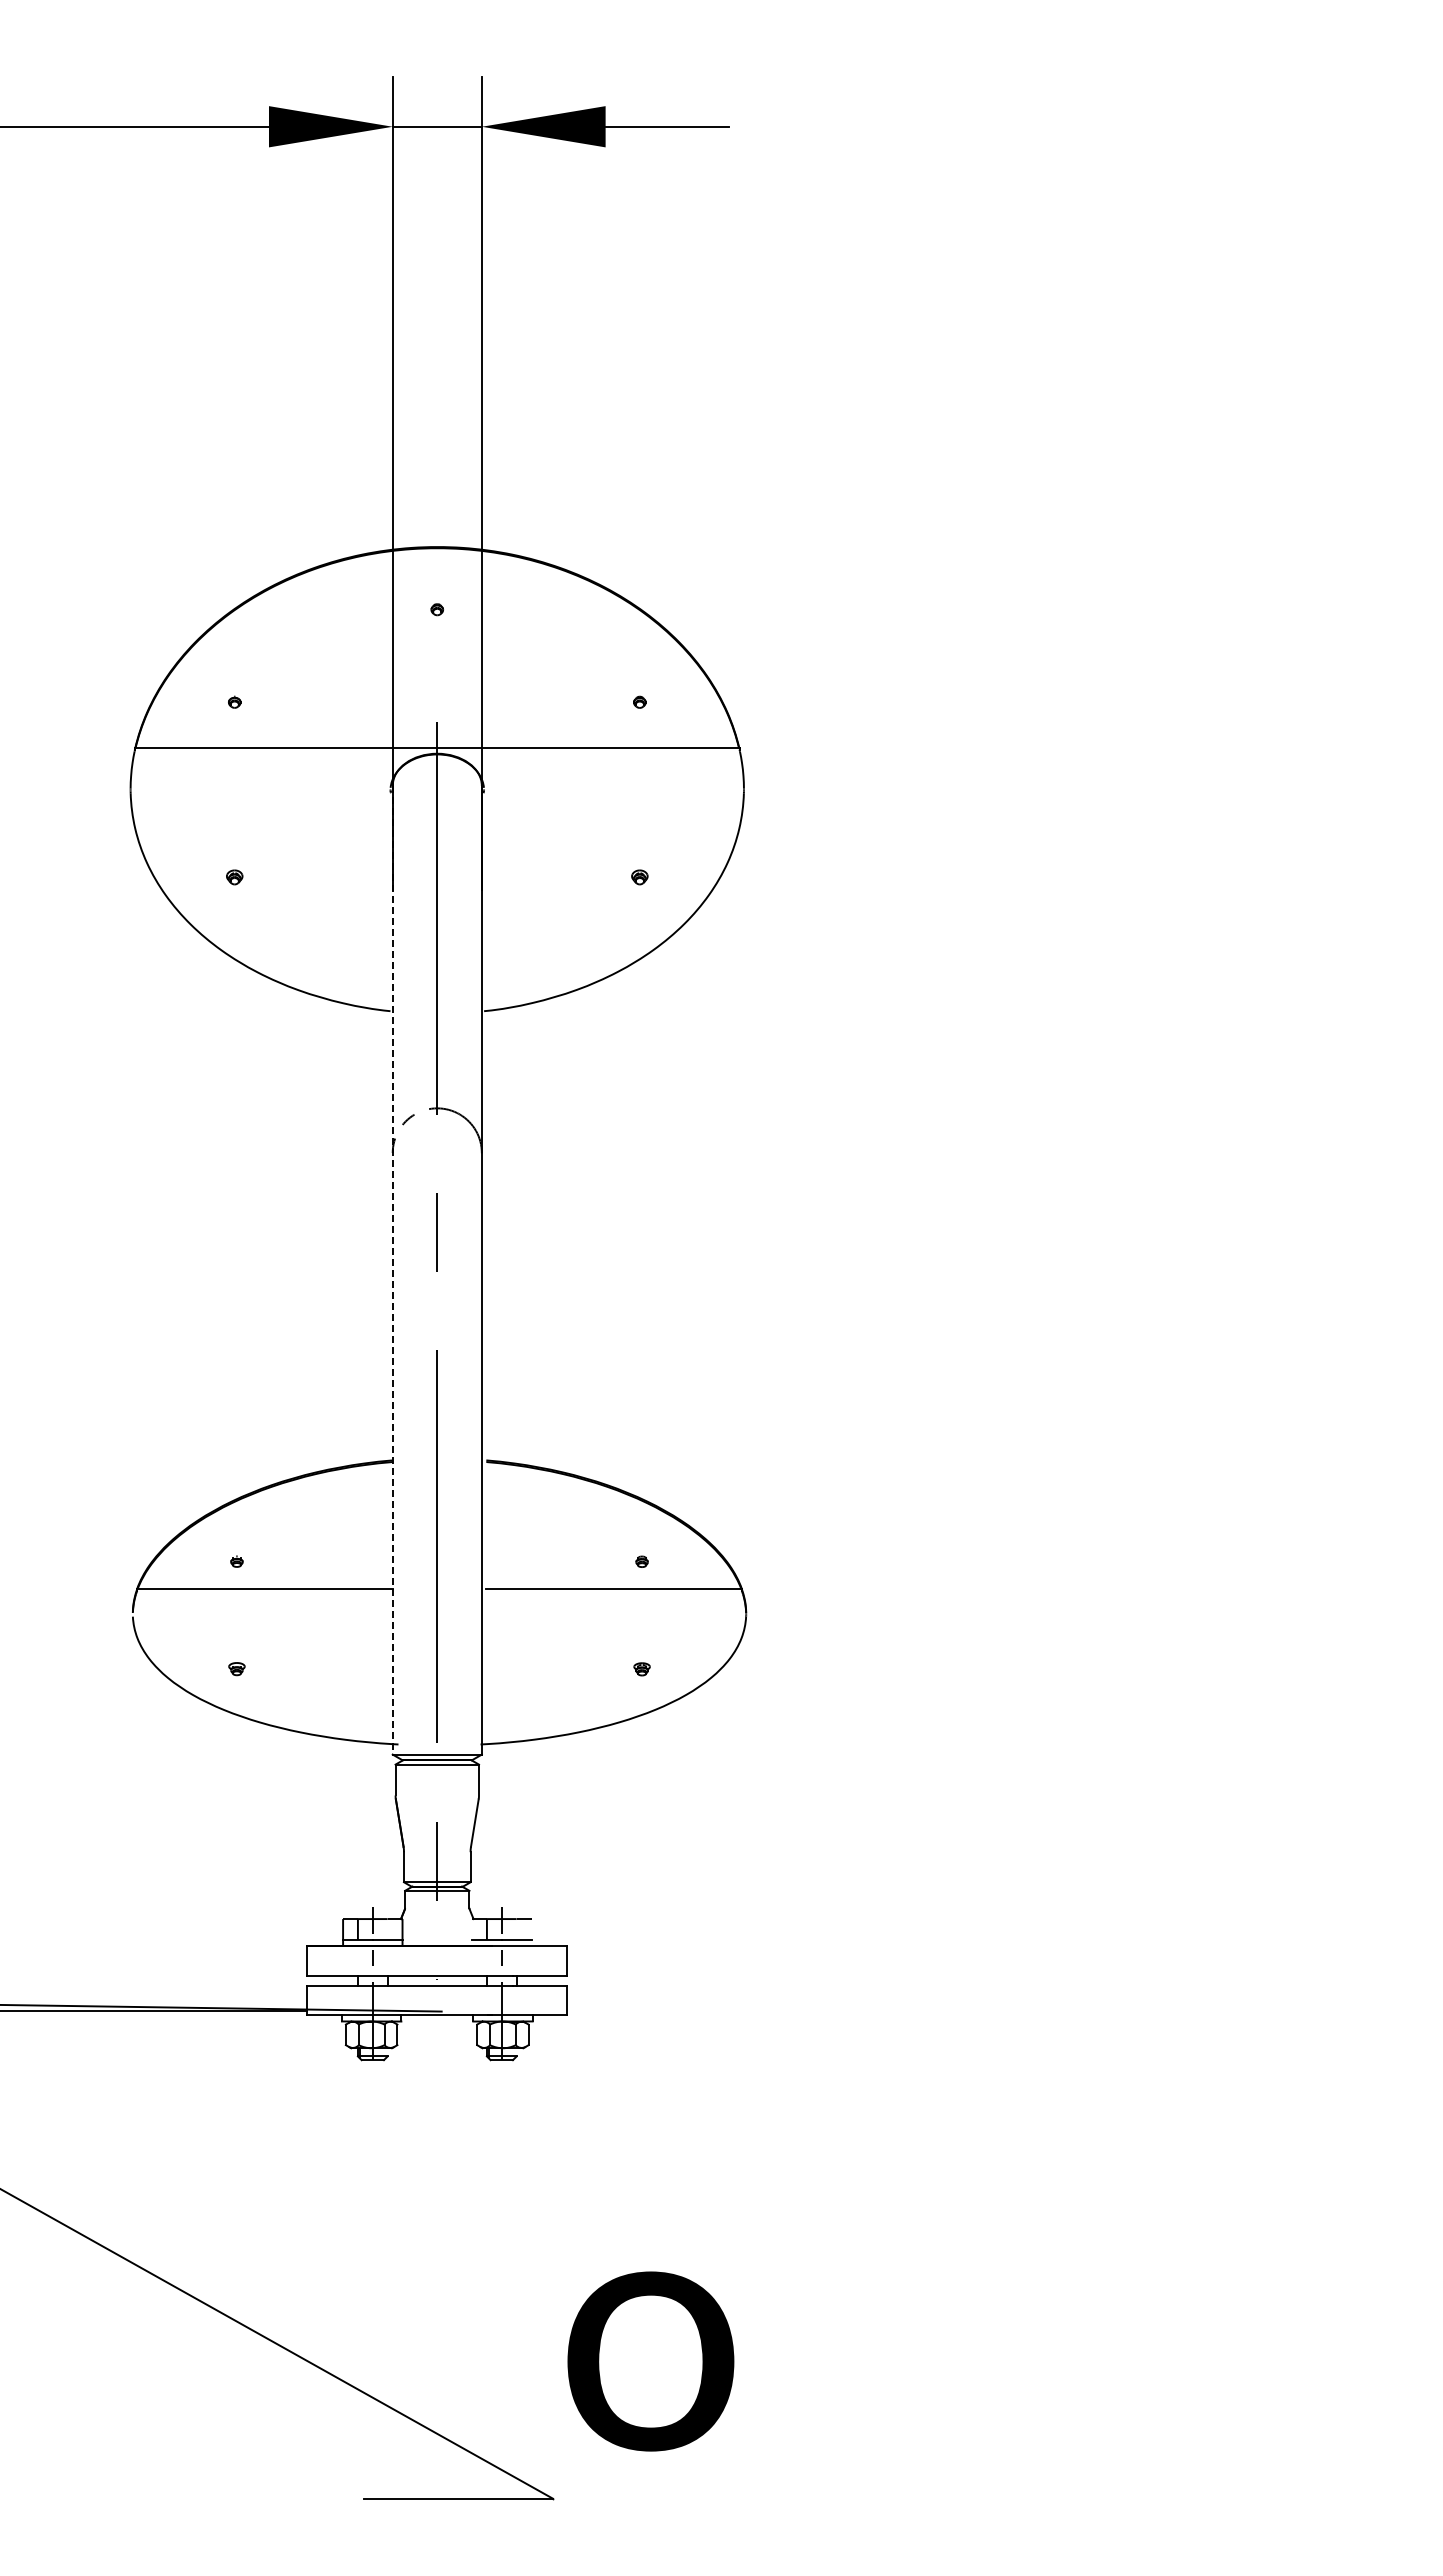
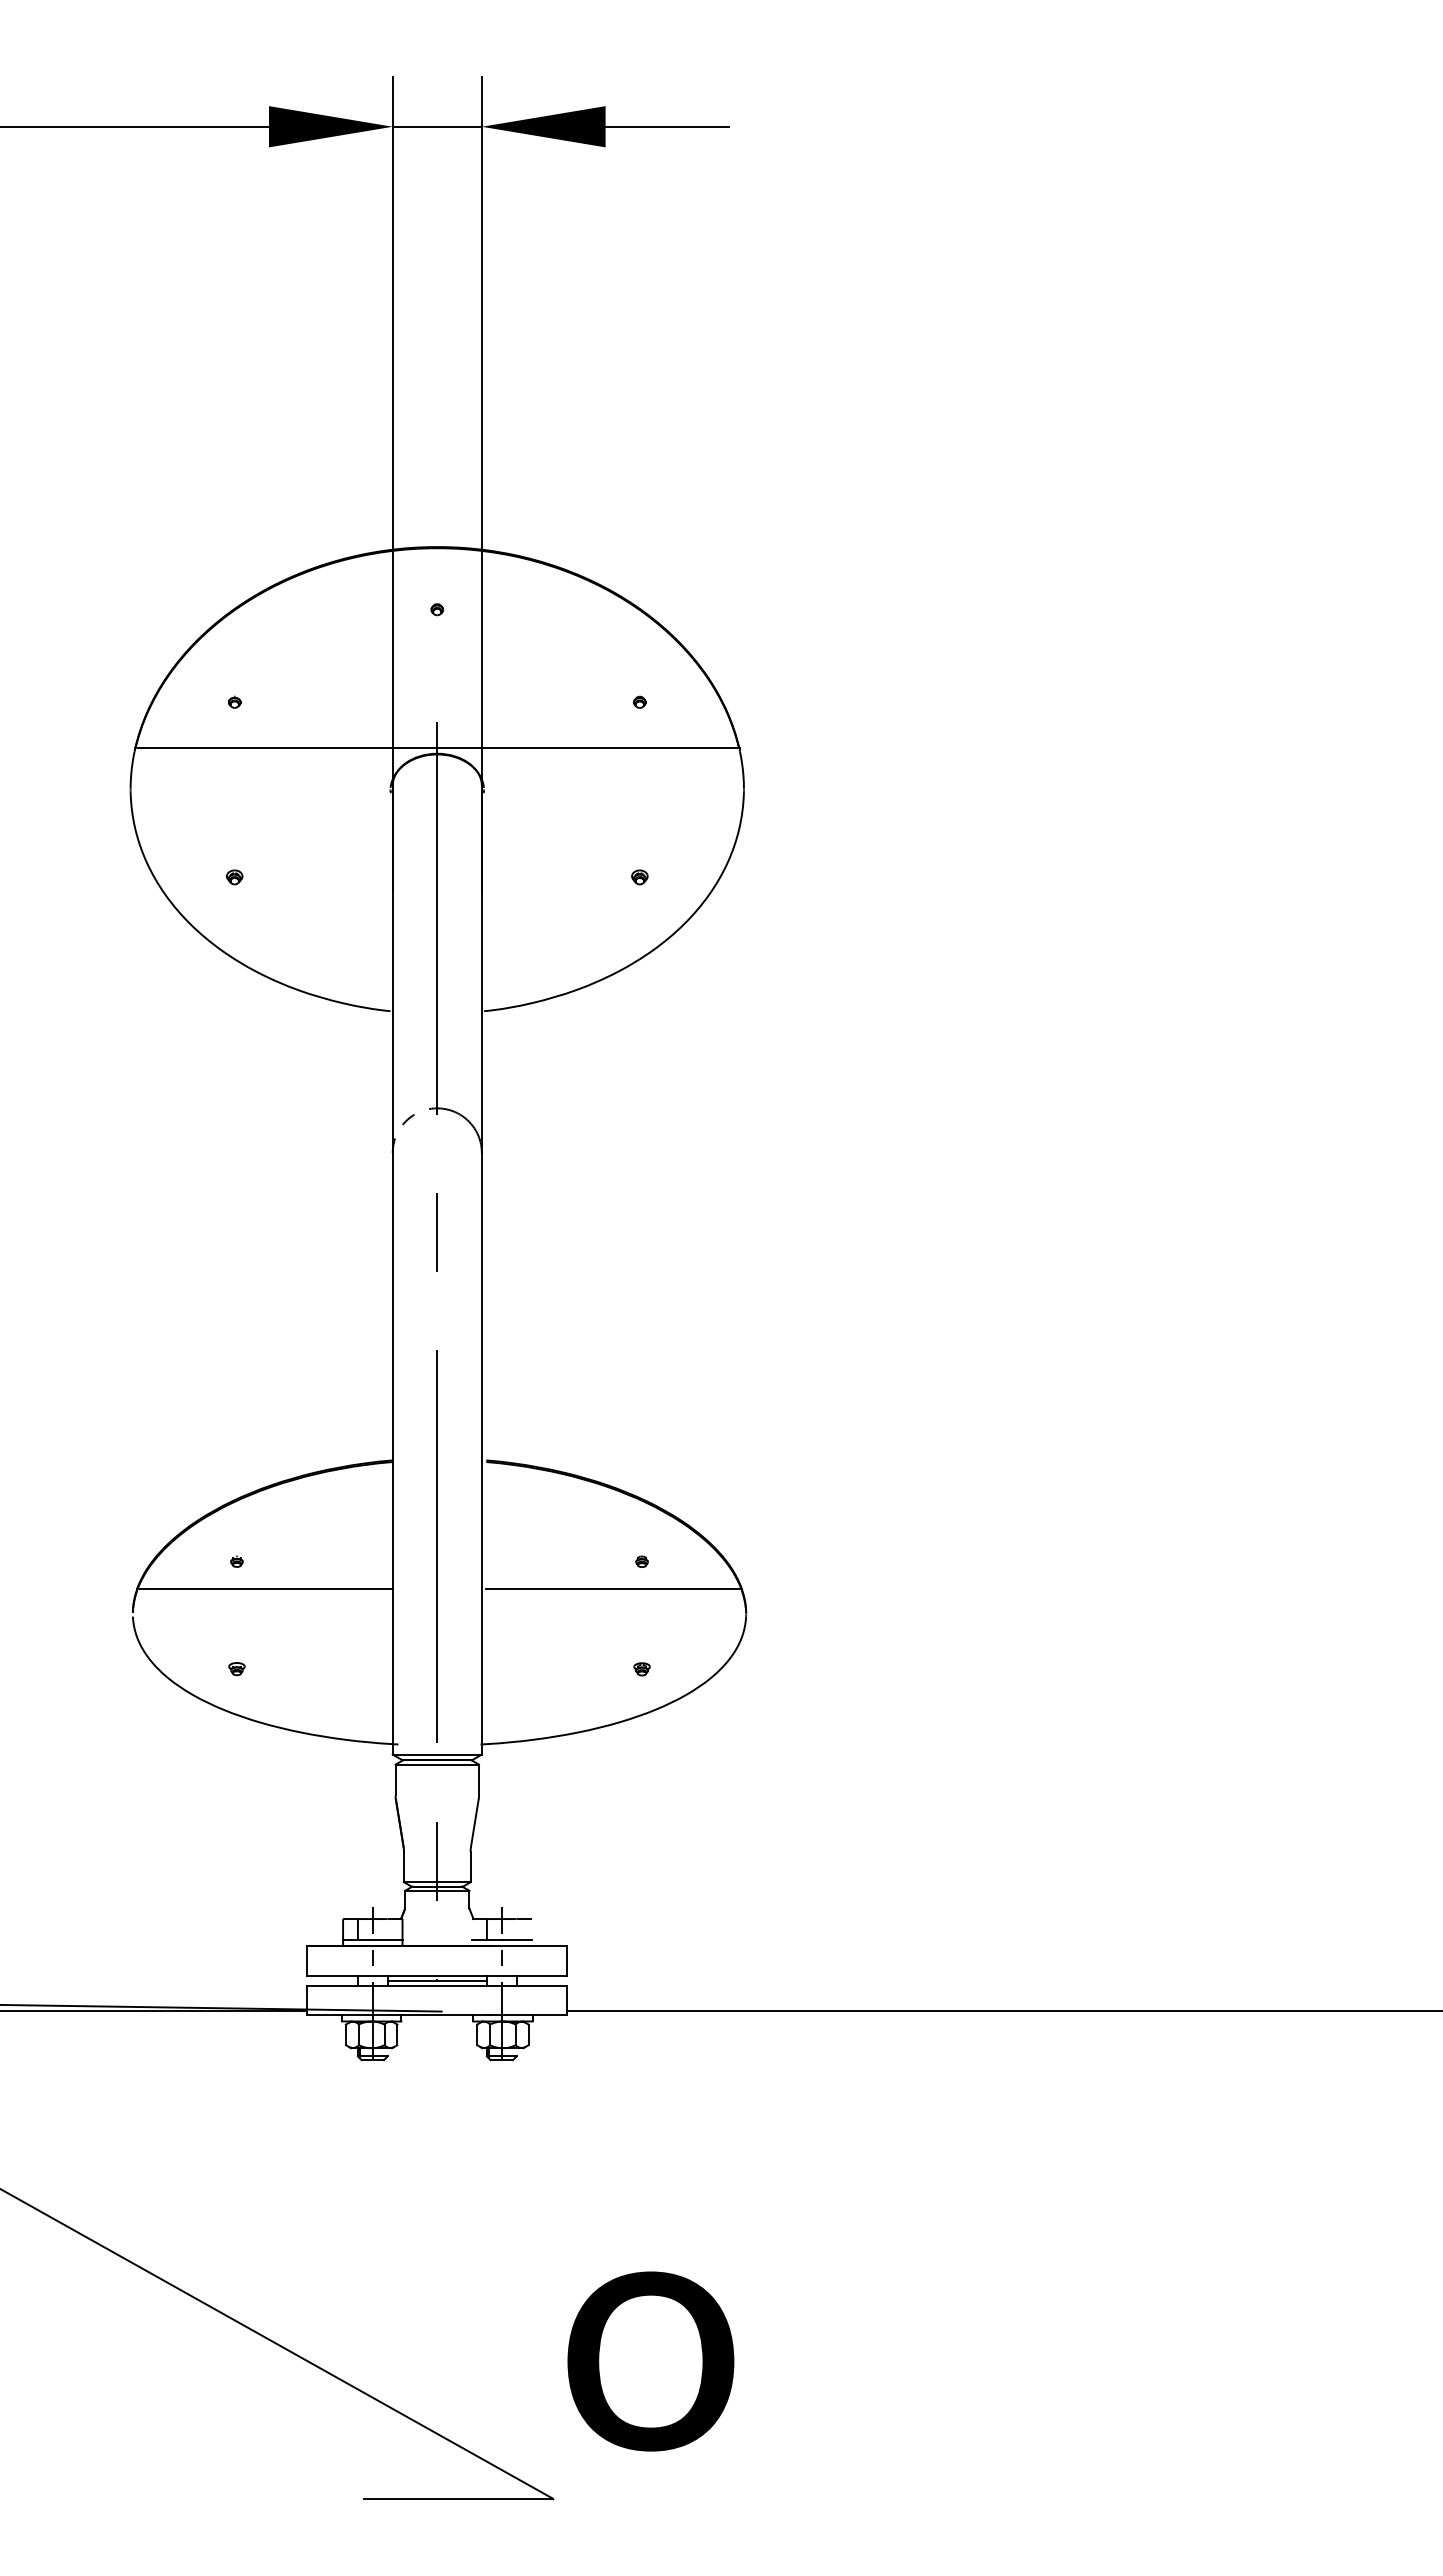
line at (392, 1270): dashed -> solid
line at (436, 1980): none -> present
line at (1003, 2011): none -> present
